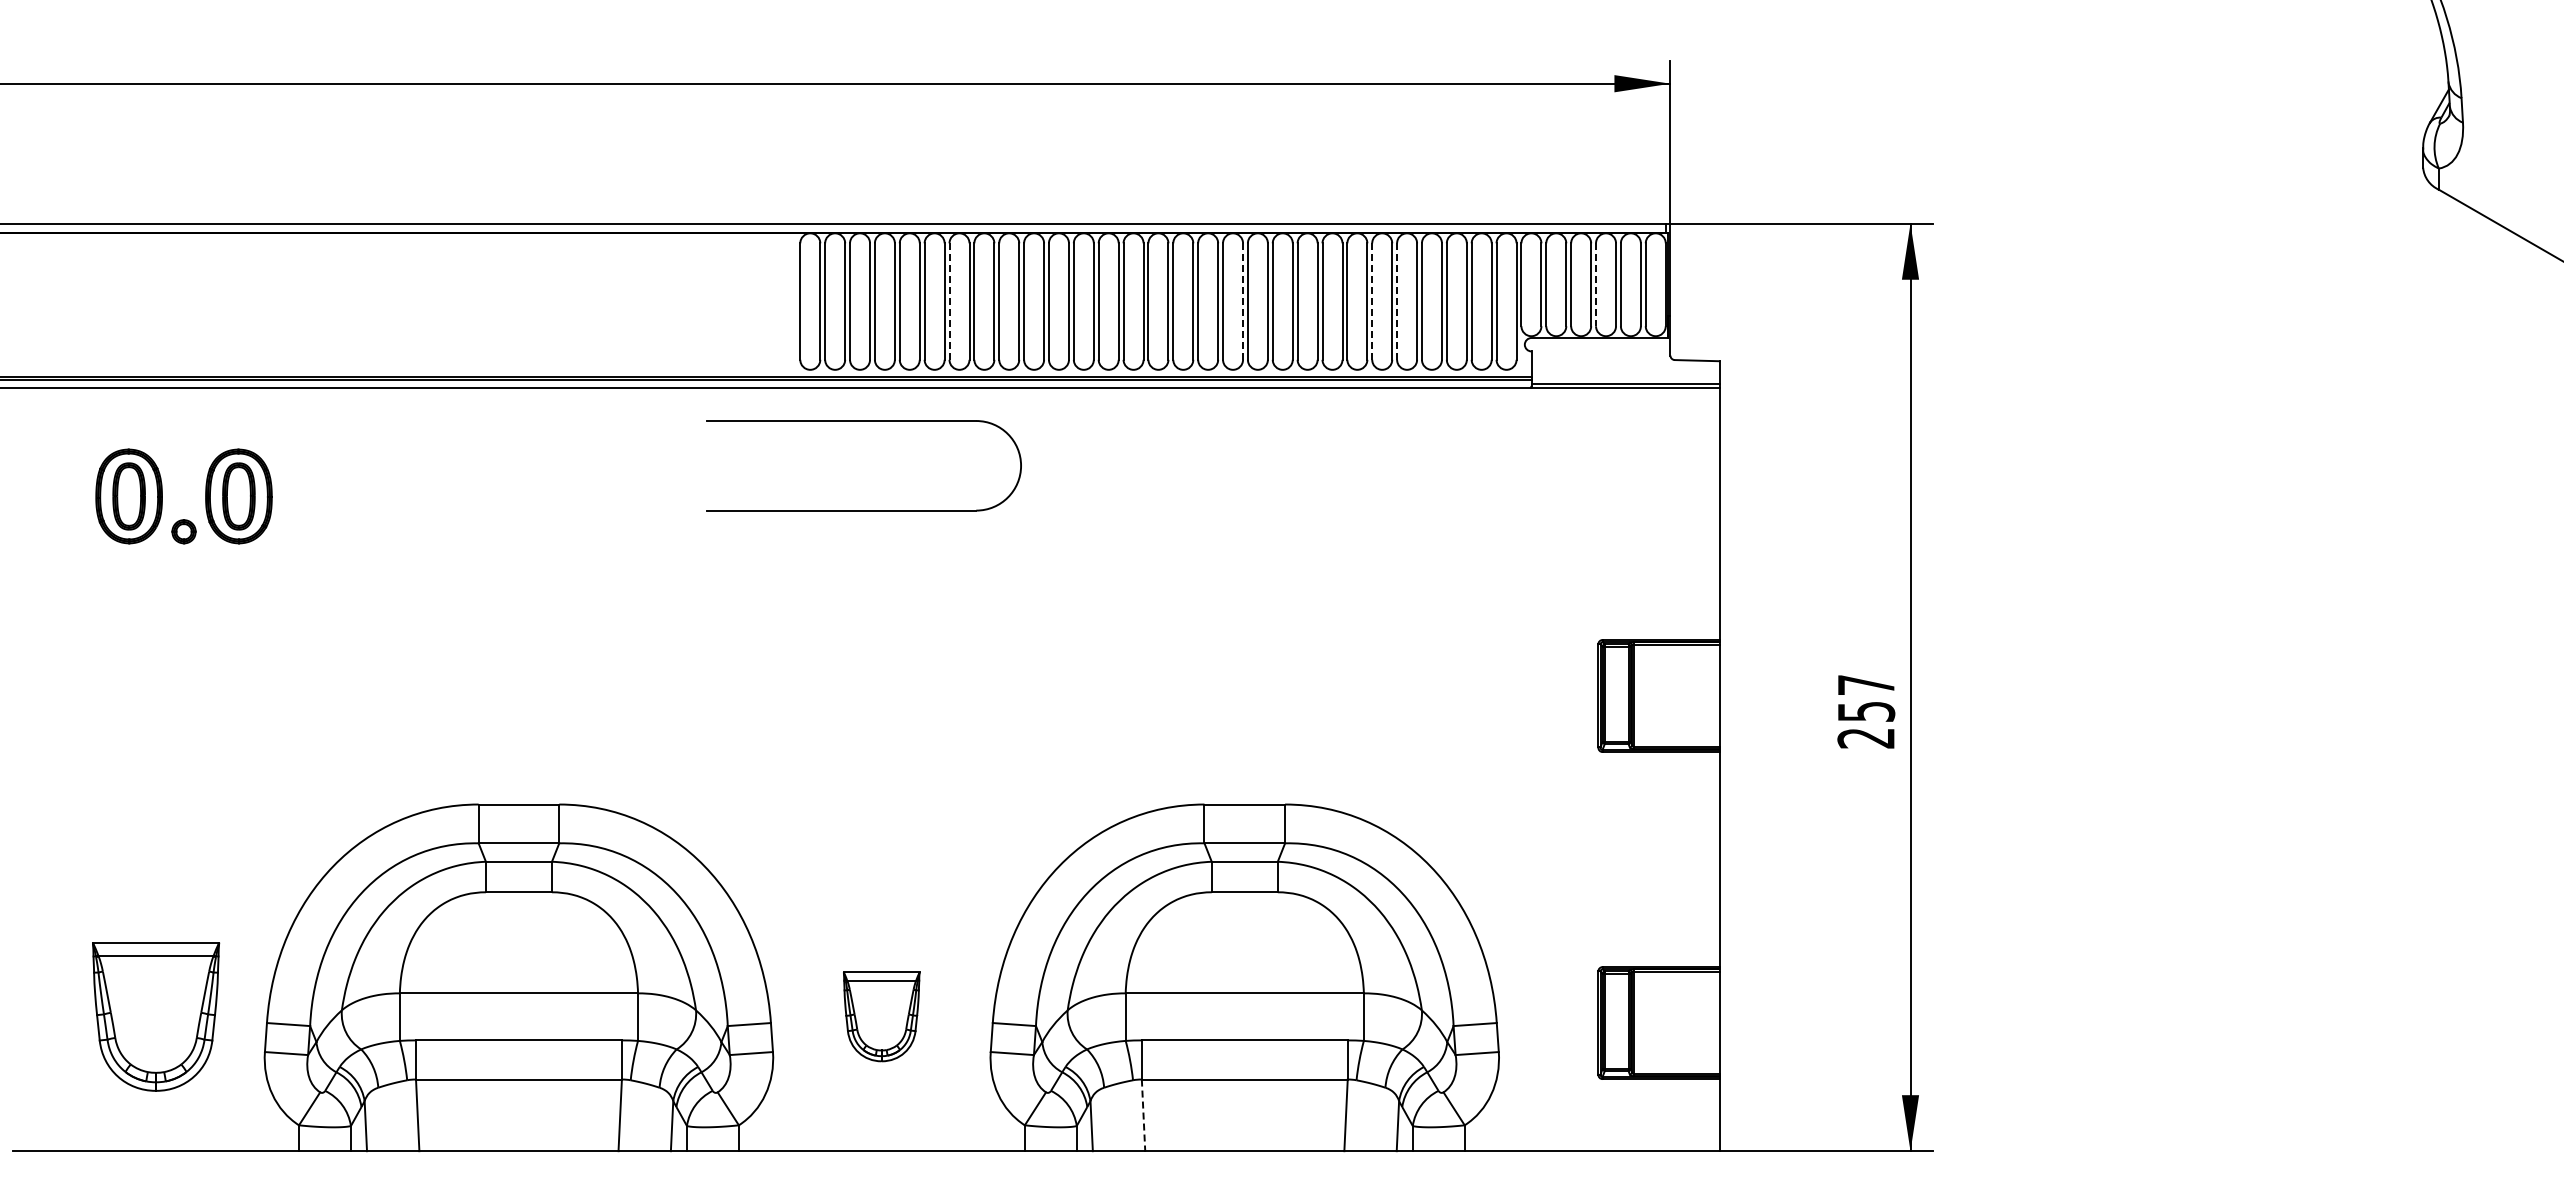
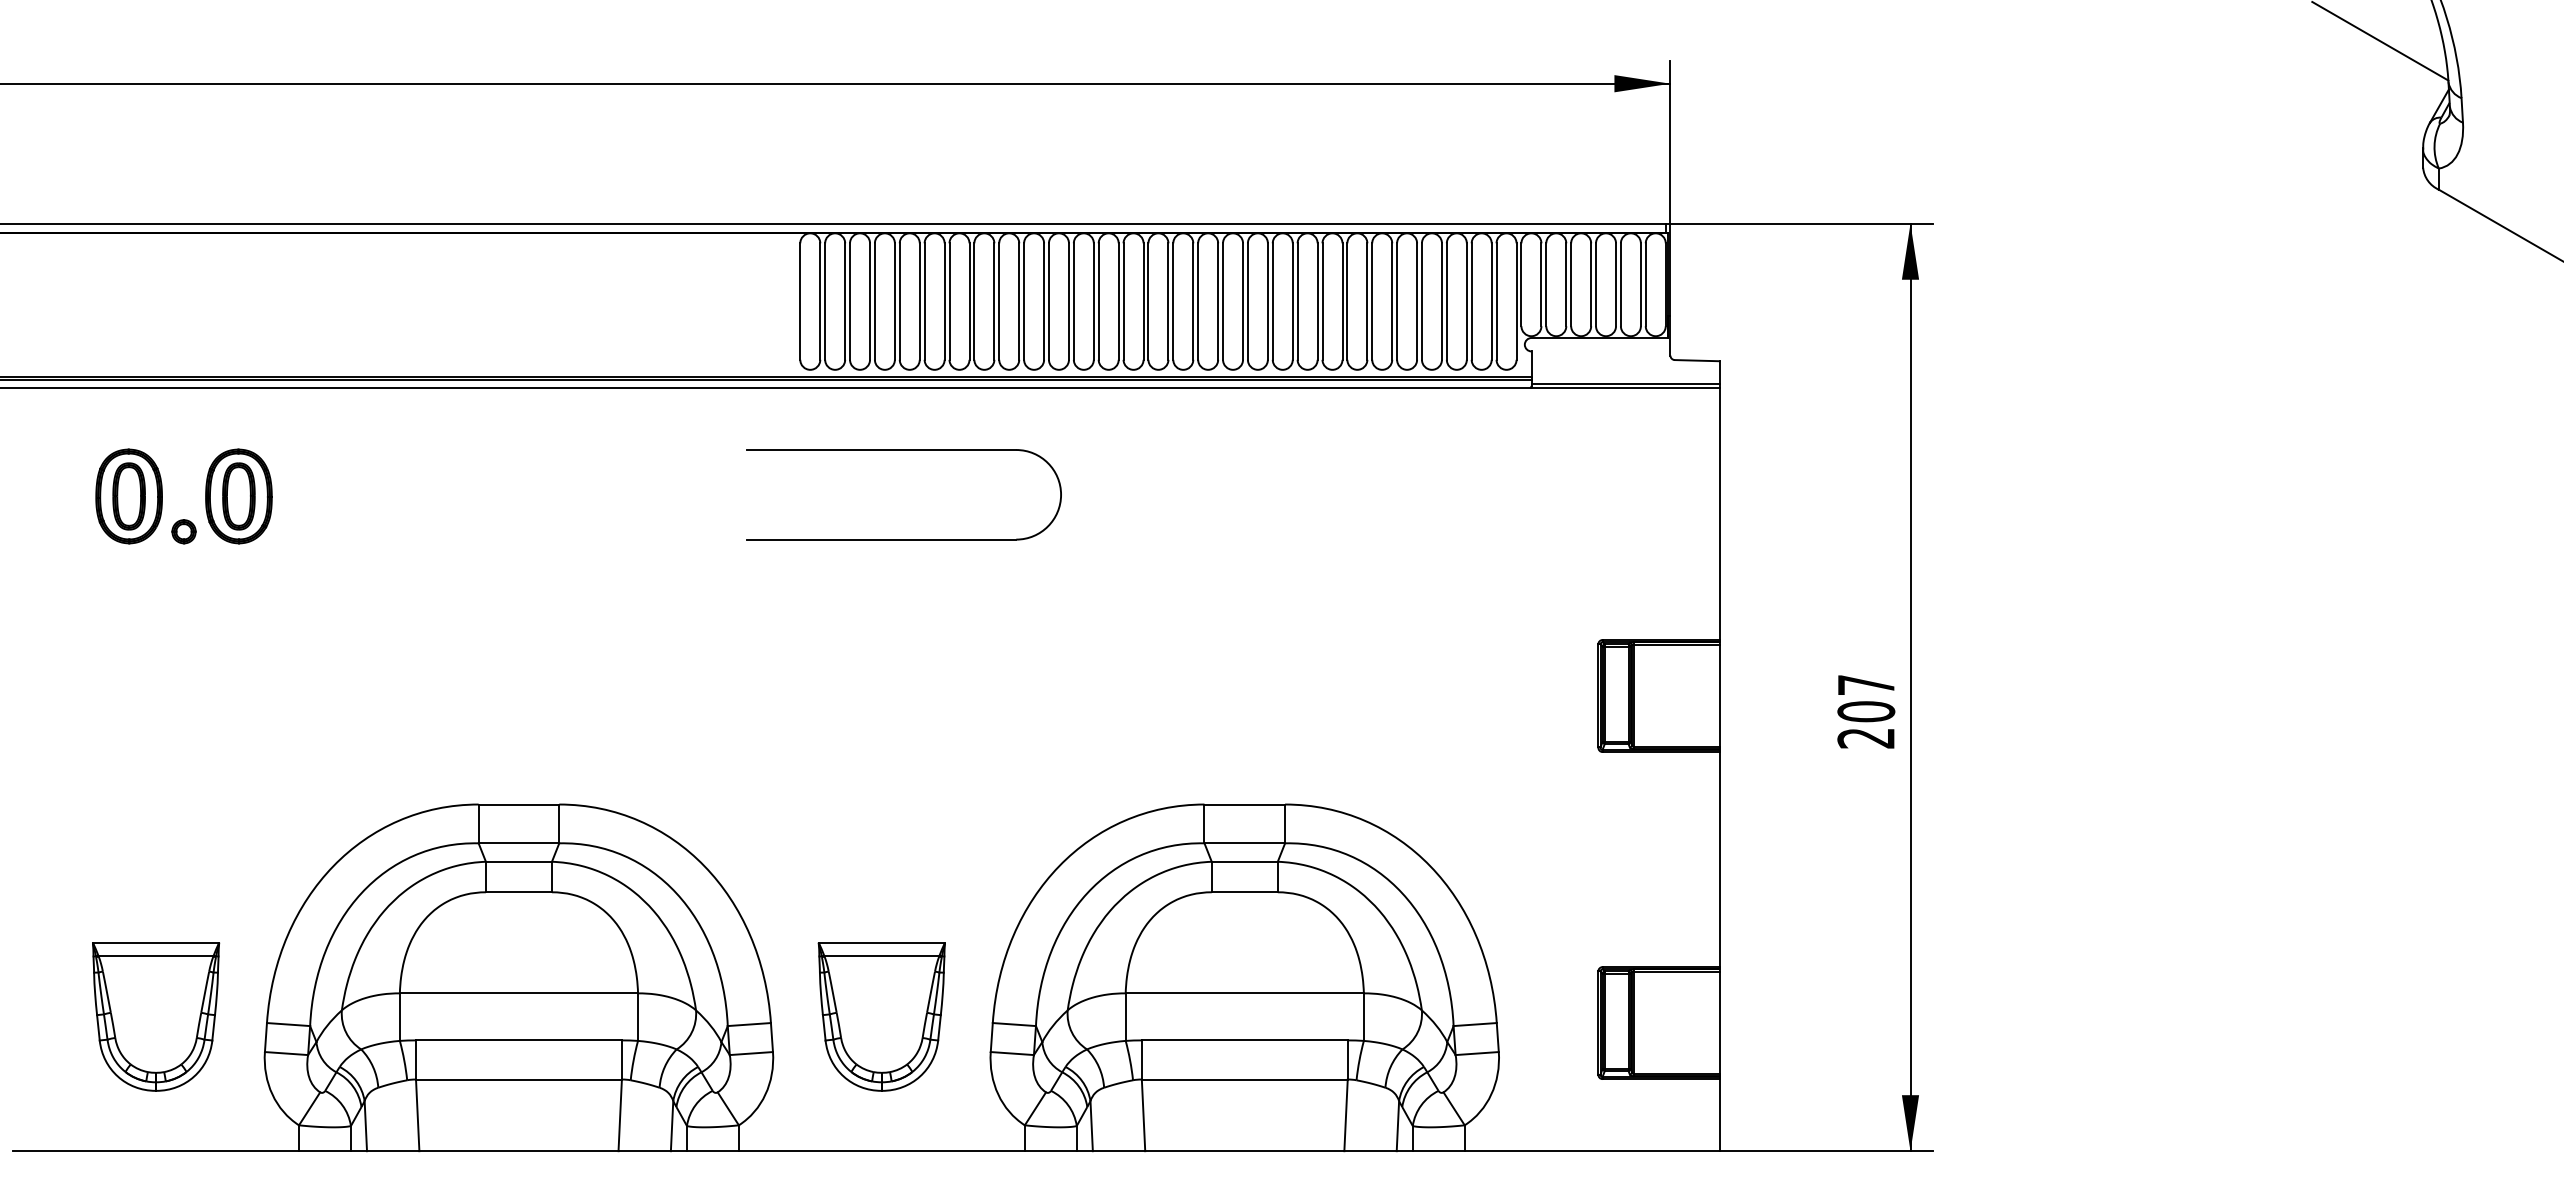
line at (2380, 41): none -> present
line at (1596, 285): dashed -> solid
line at (1243, 301): dashed -> solid
line at (949, 302): dashed -> solid
line at (1372, 302): dashed -> solid
line at (1397, 302): dashed -> solid
part at (863, 421) position: (863, 421) -> (903, 450)
text at (1866, 711): 257 -> 207
part at (881, 1016) size: 78x92 px -> 129x150 px
line at (1143, 1115): dashed -> solid
